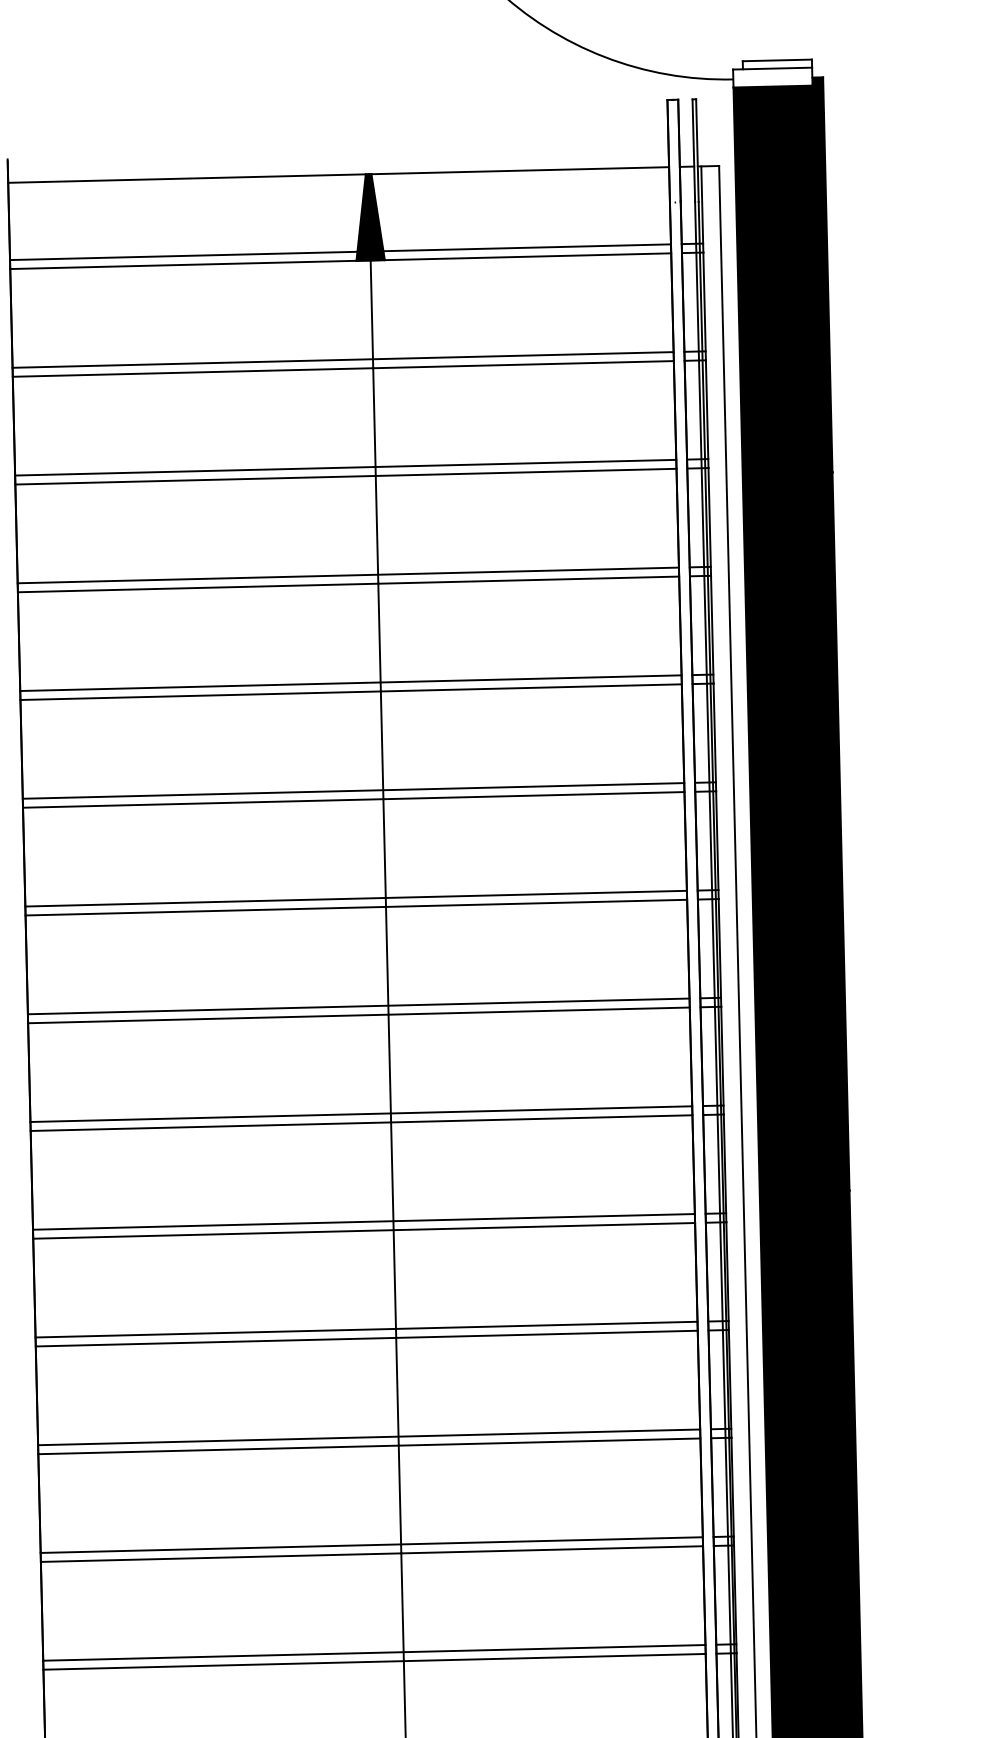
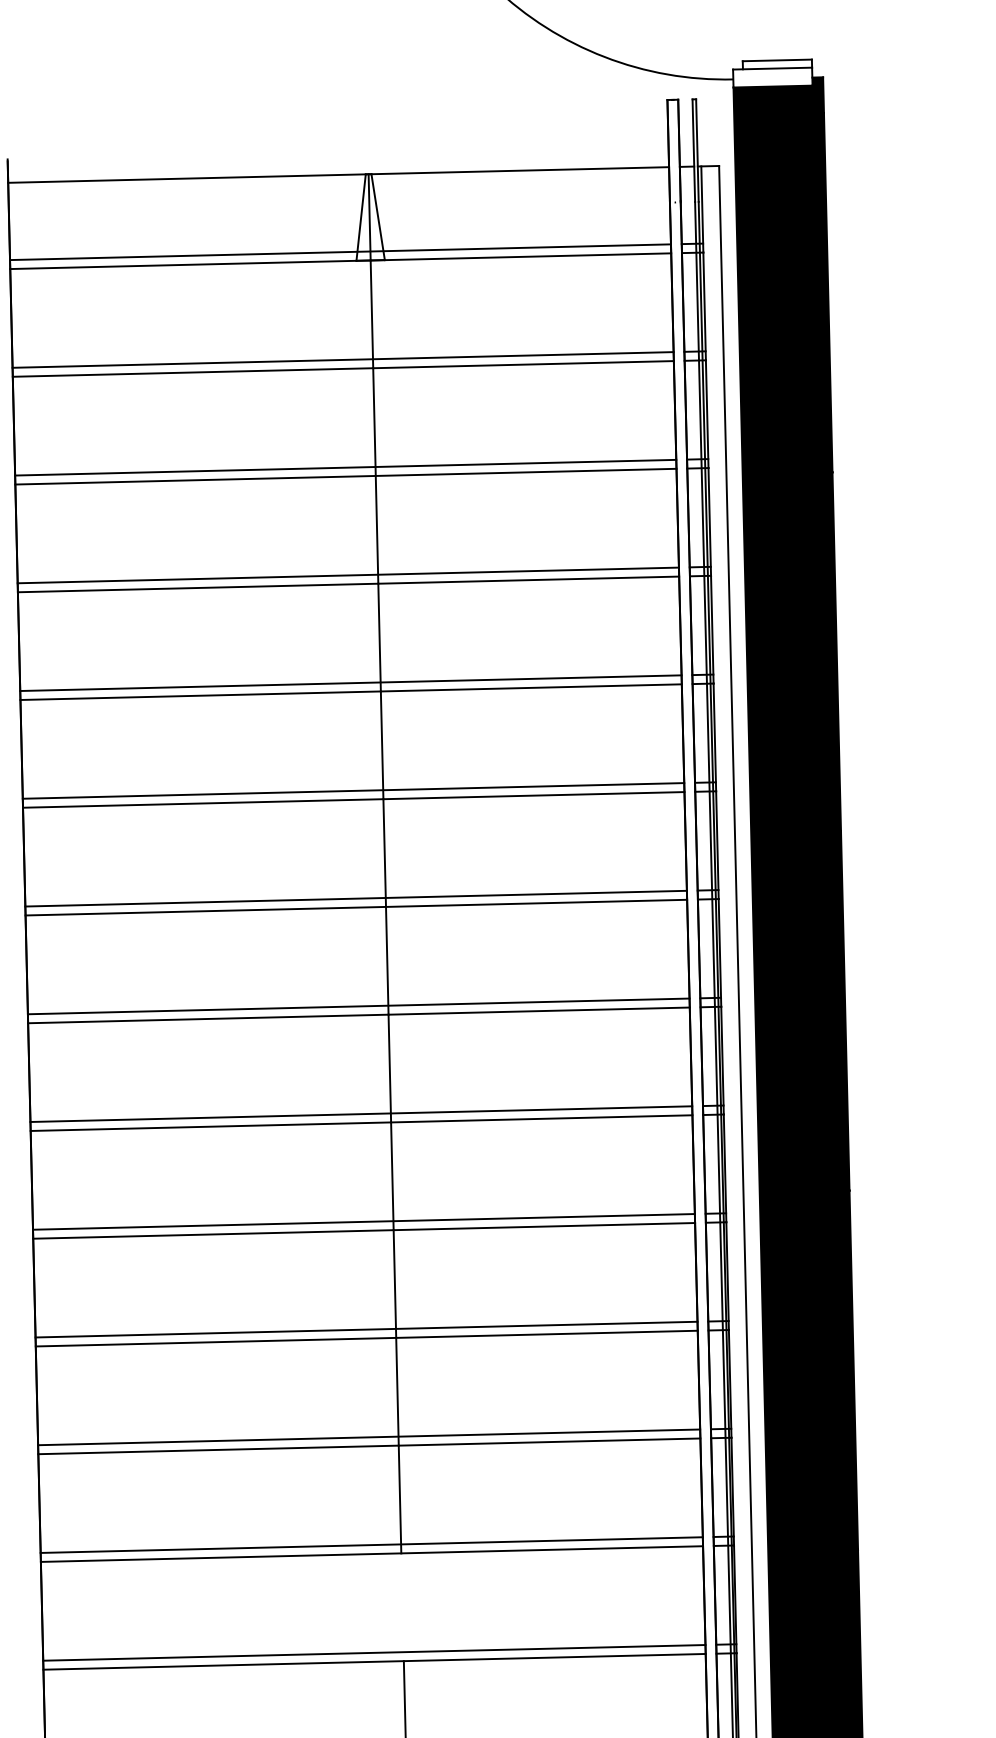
fill at (370, 217): present -> none
line at (402, 1607): present -> none
